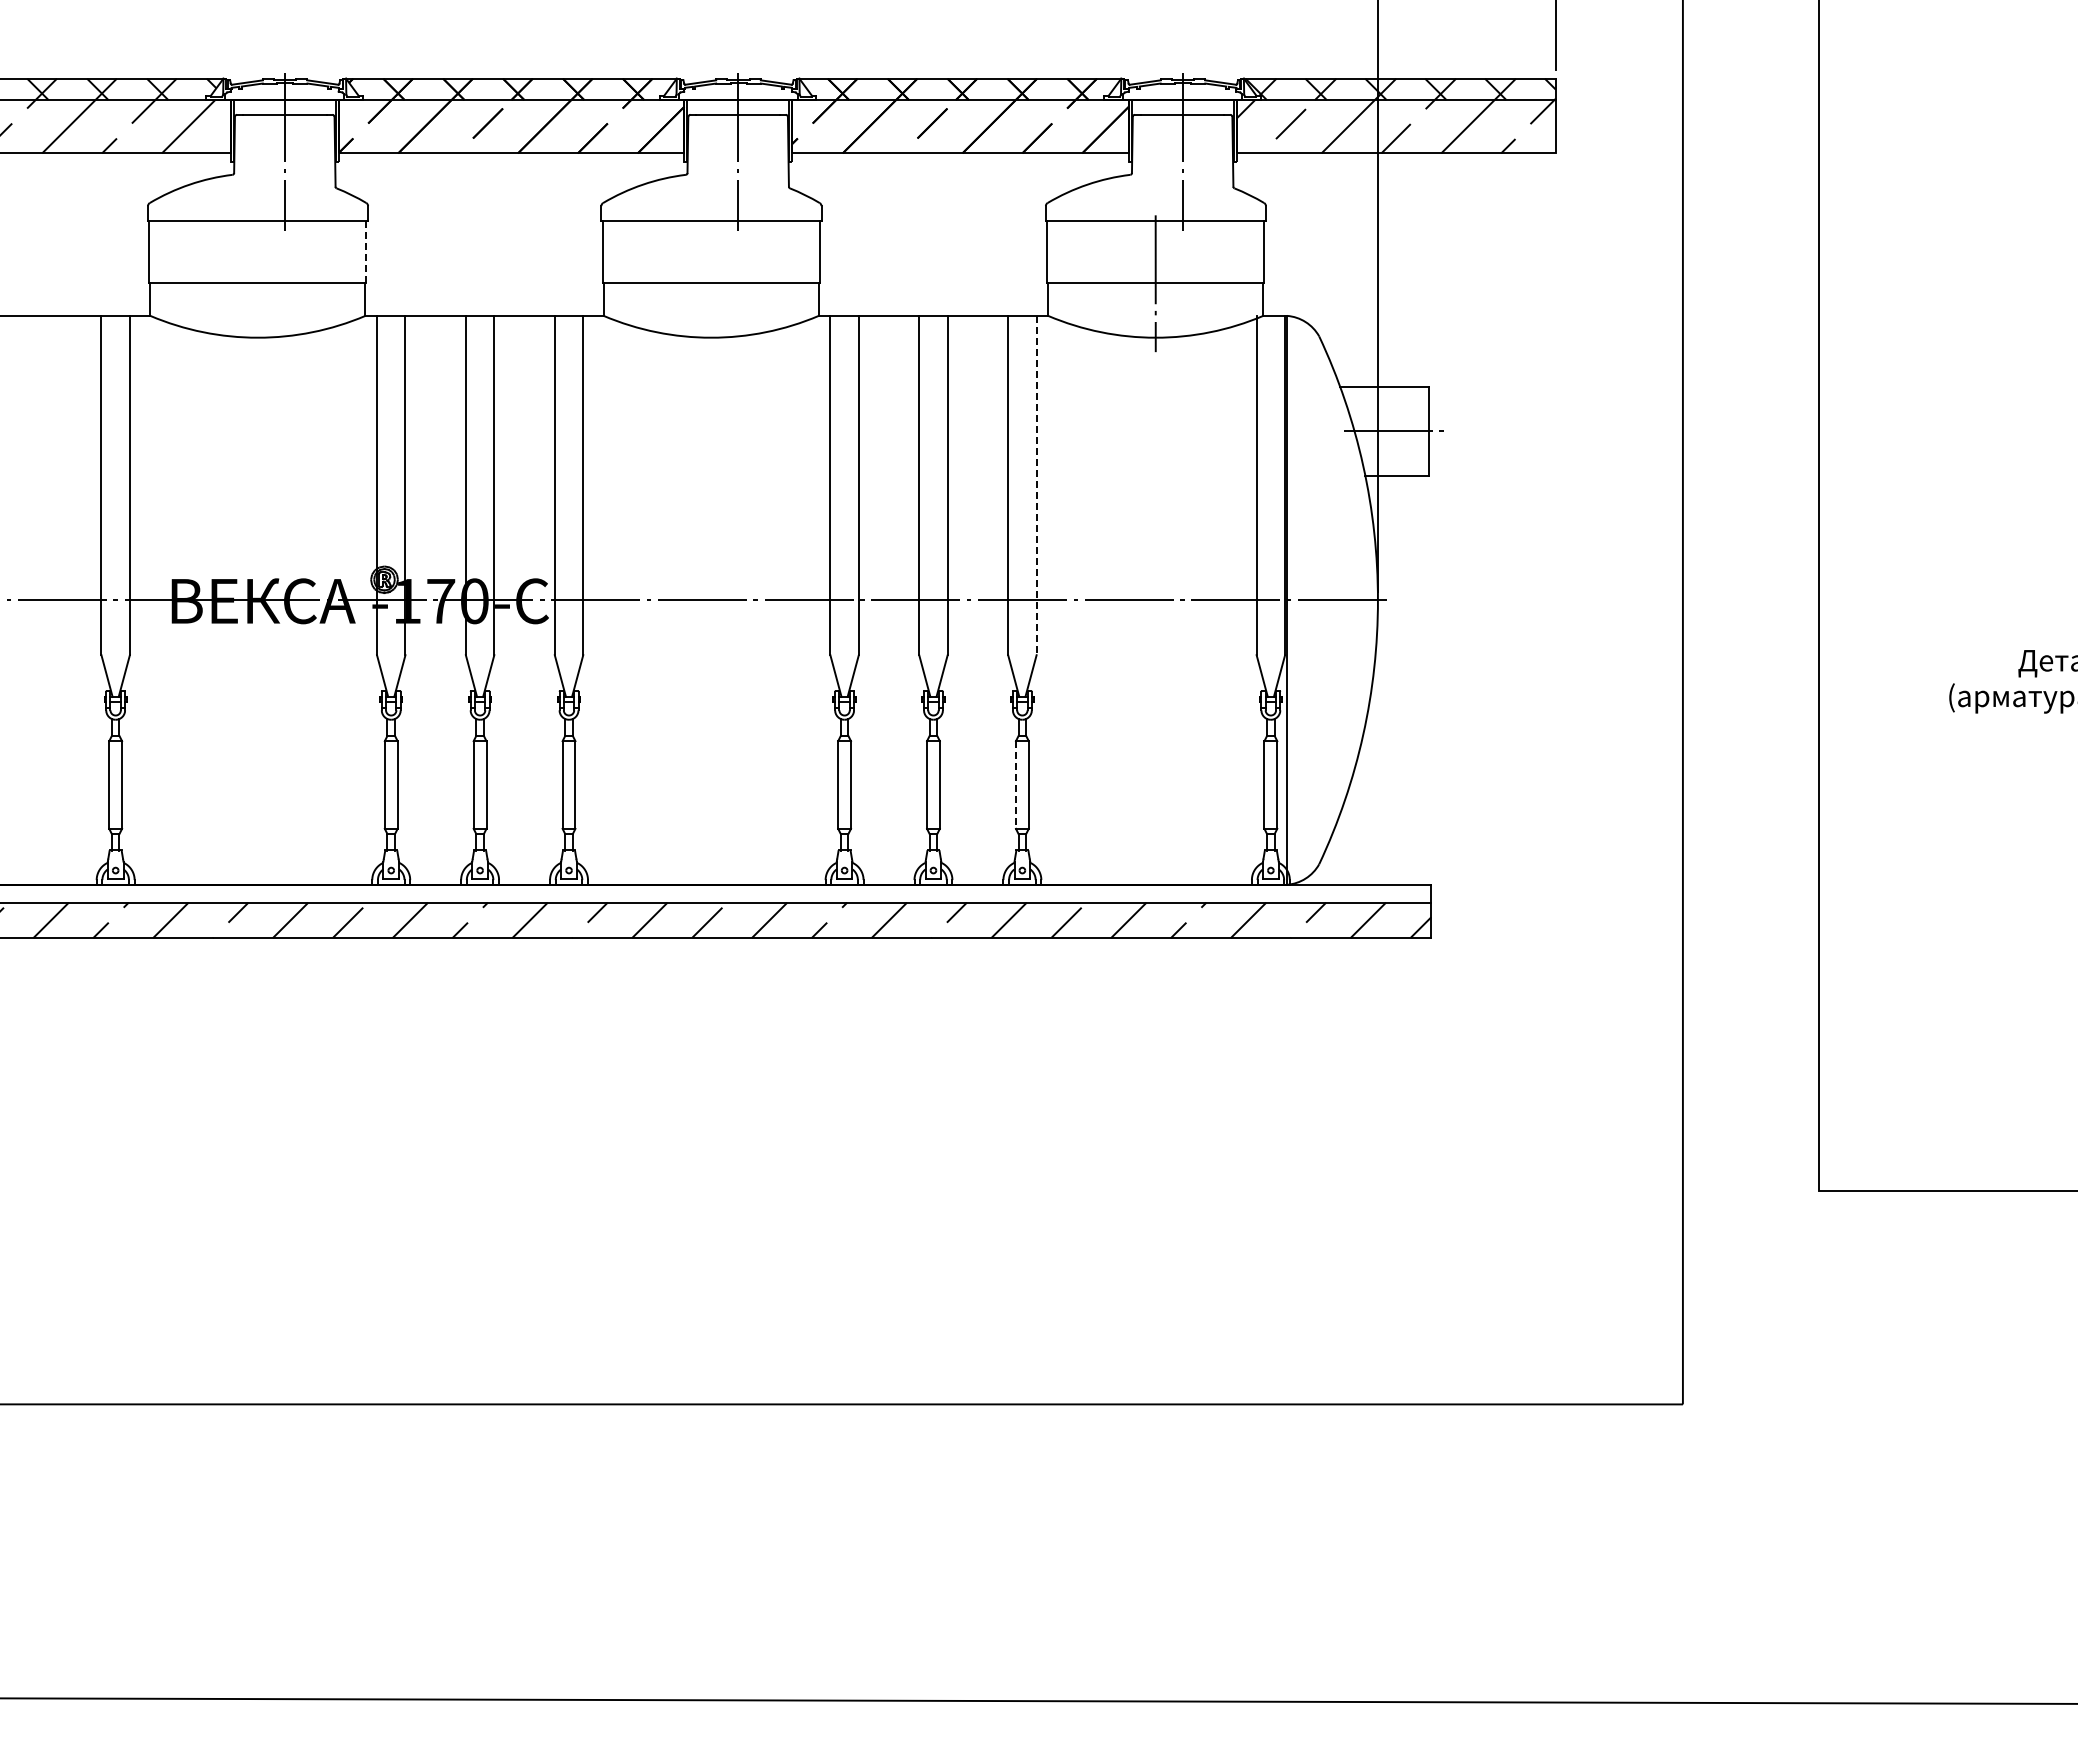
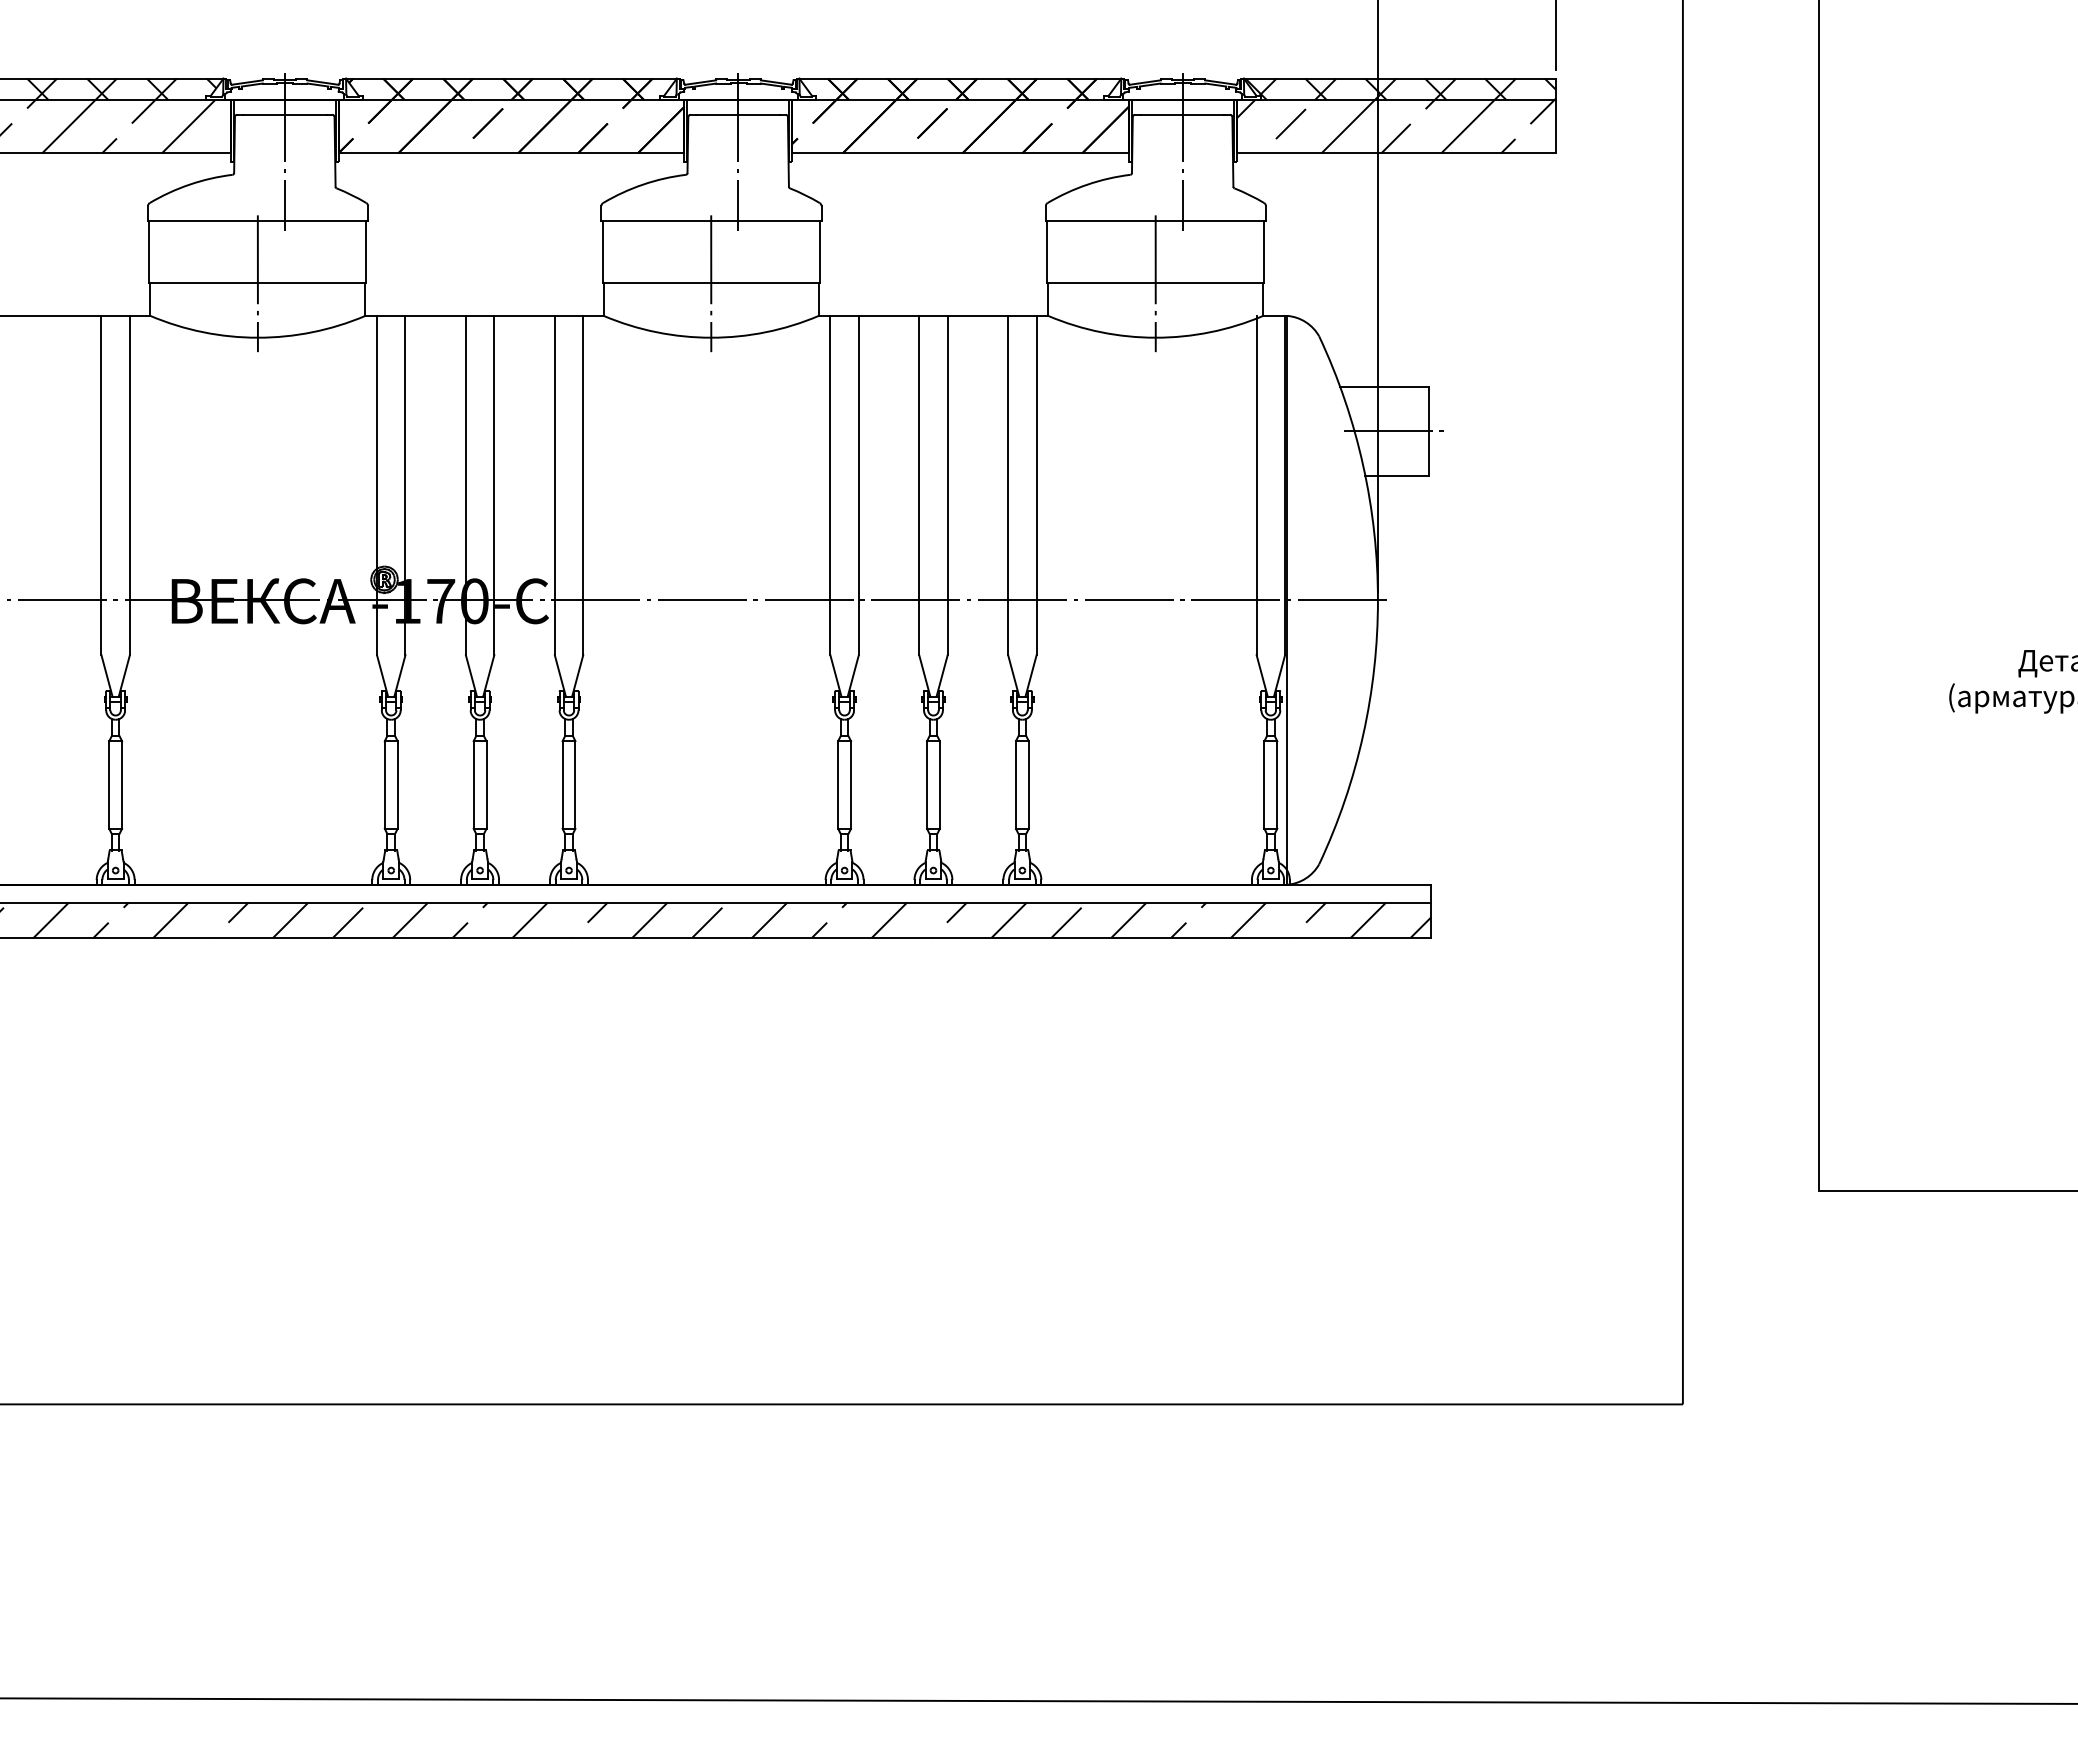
line at (366, 251): dashed -> solid
line at (257, 283): none -> present
line at (711, 283): none -> present
line at (1036, 485): dashed -> solid
line at (1015, 785): dashed -> solid
